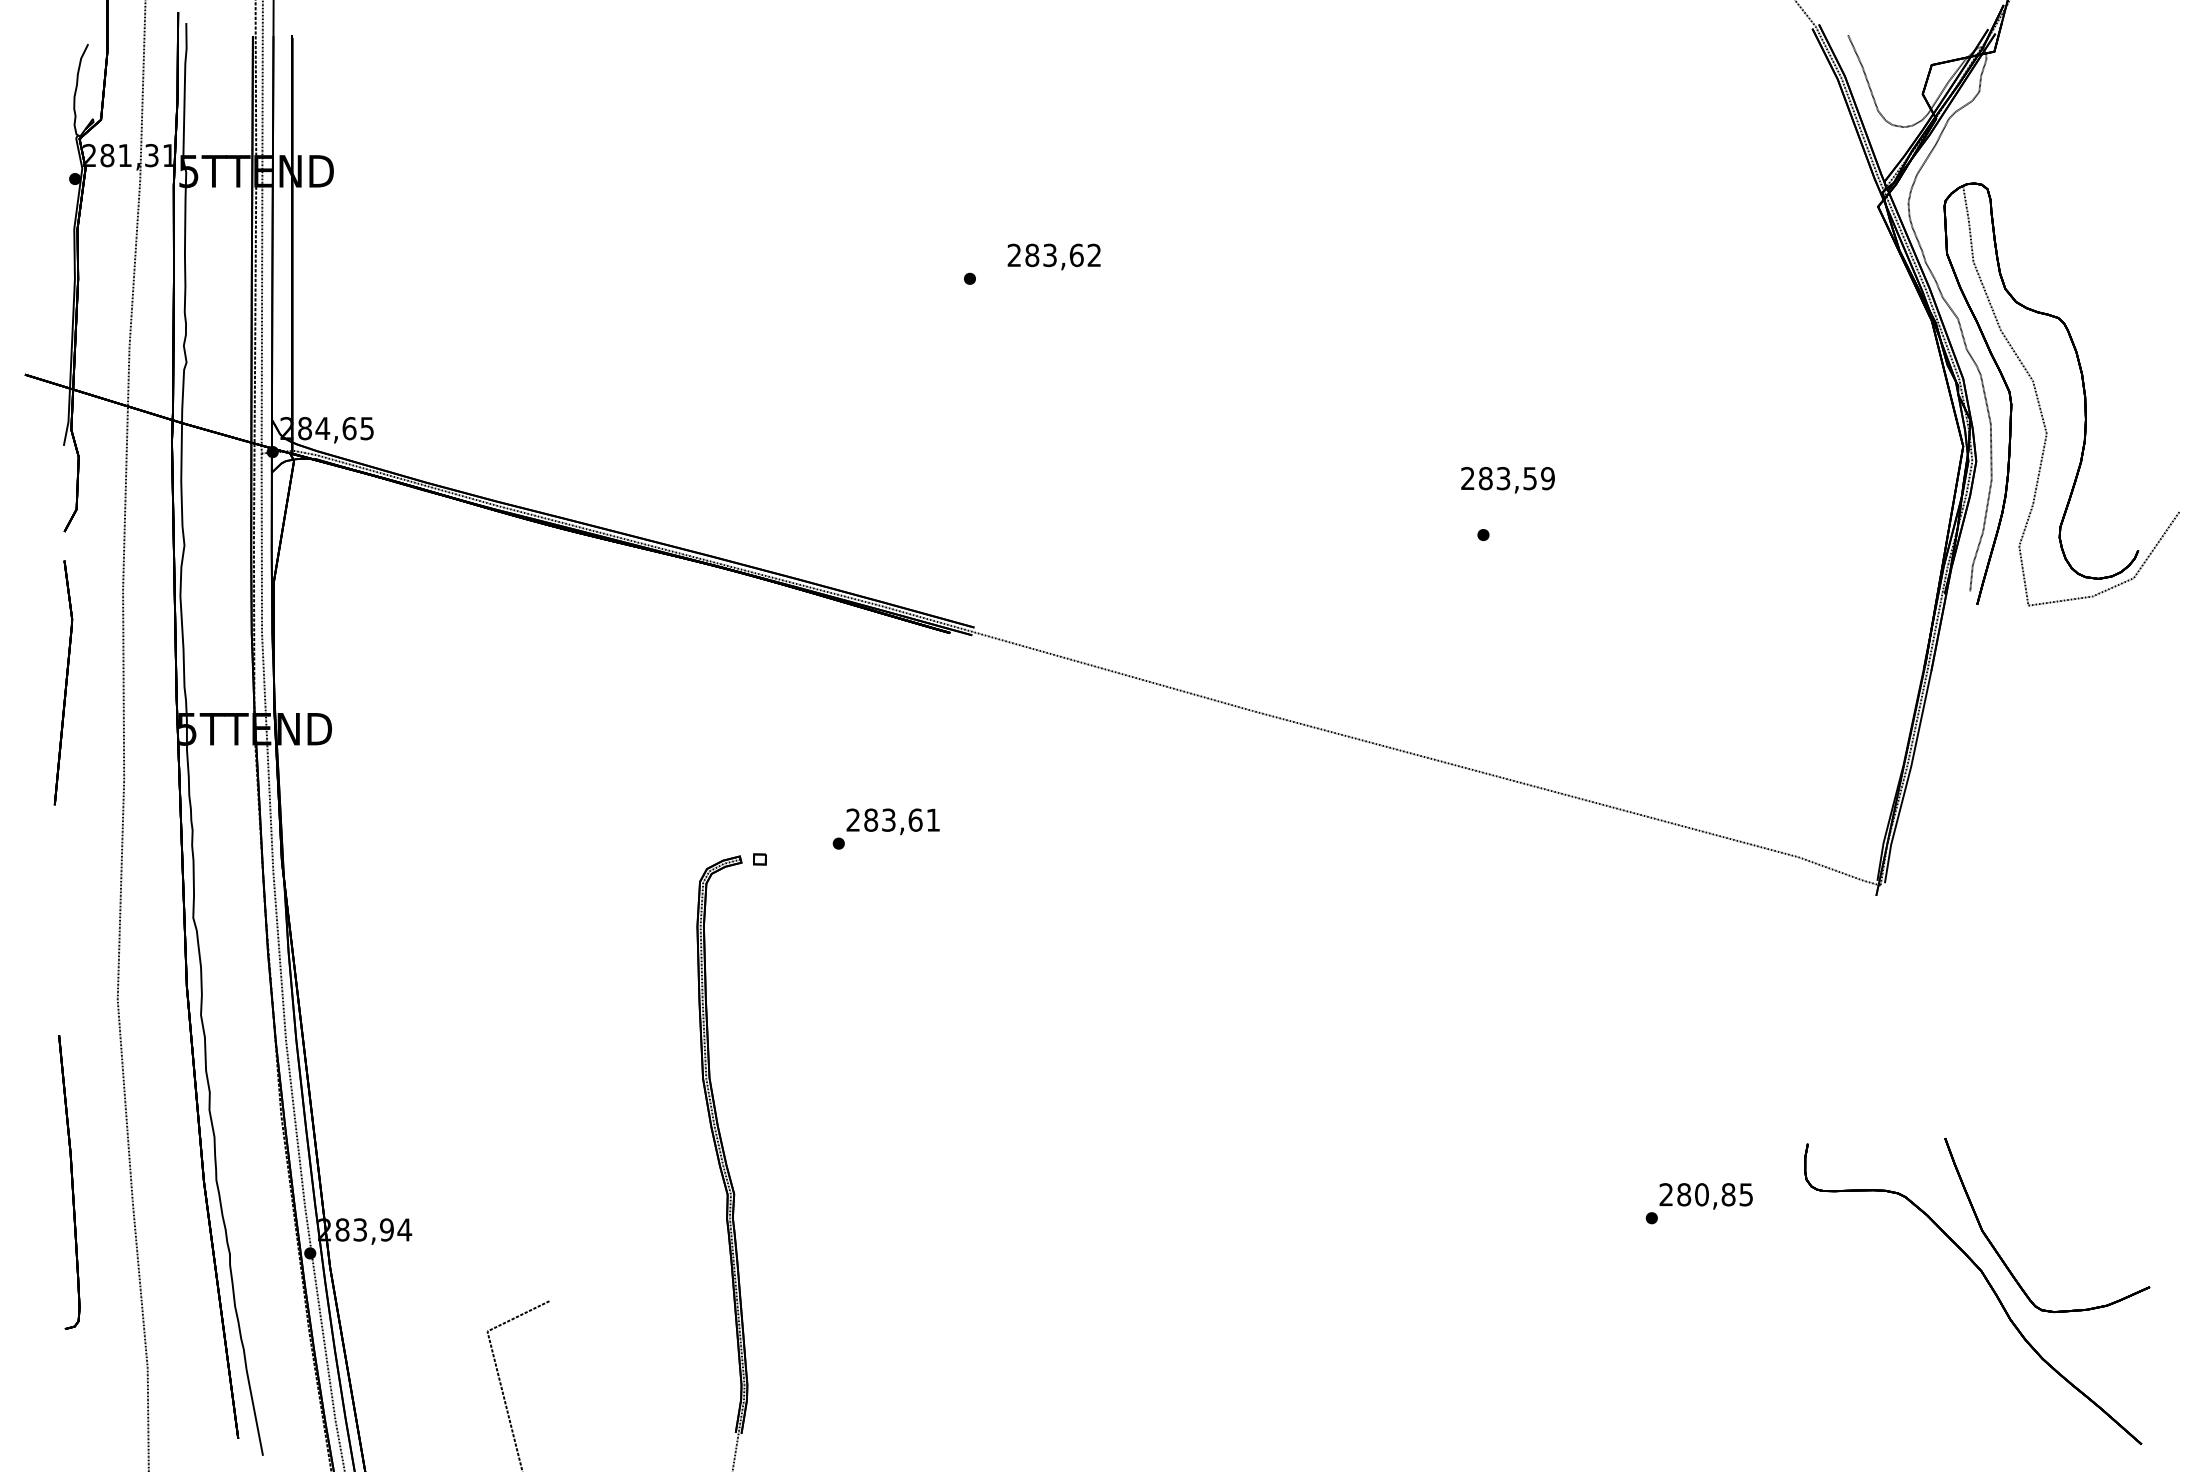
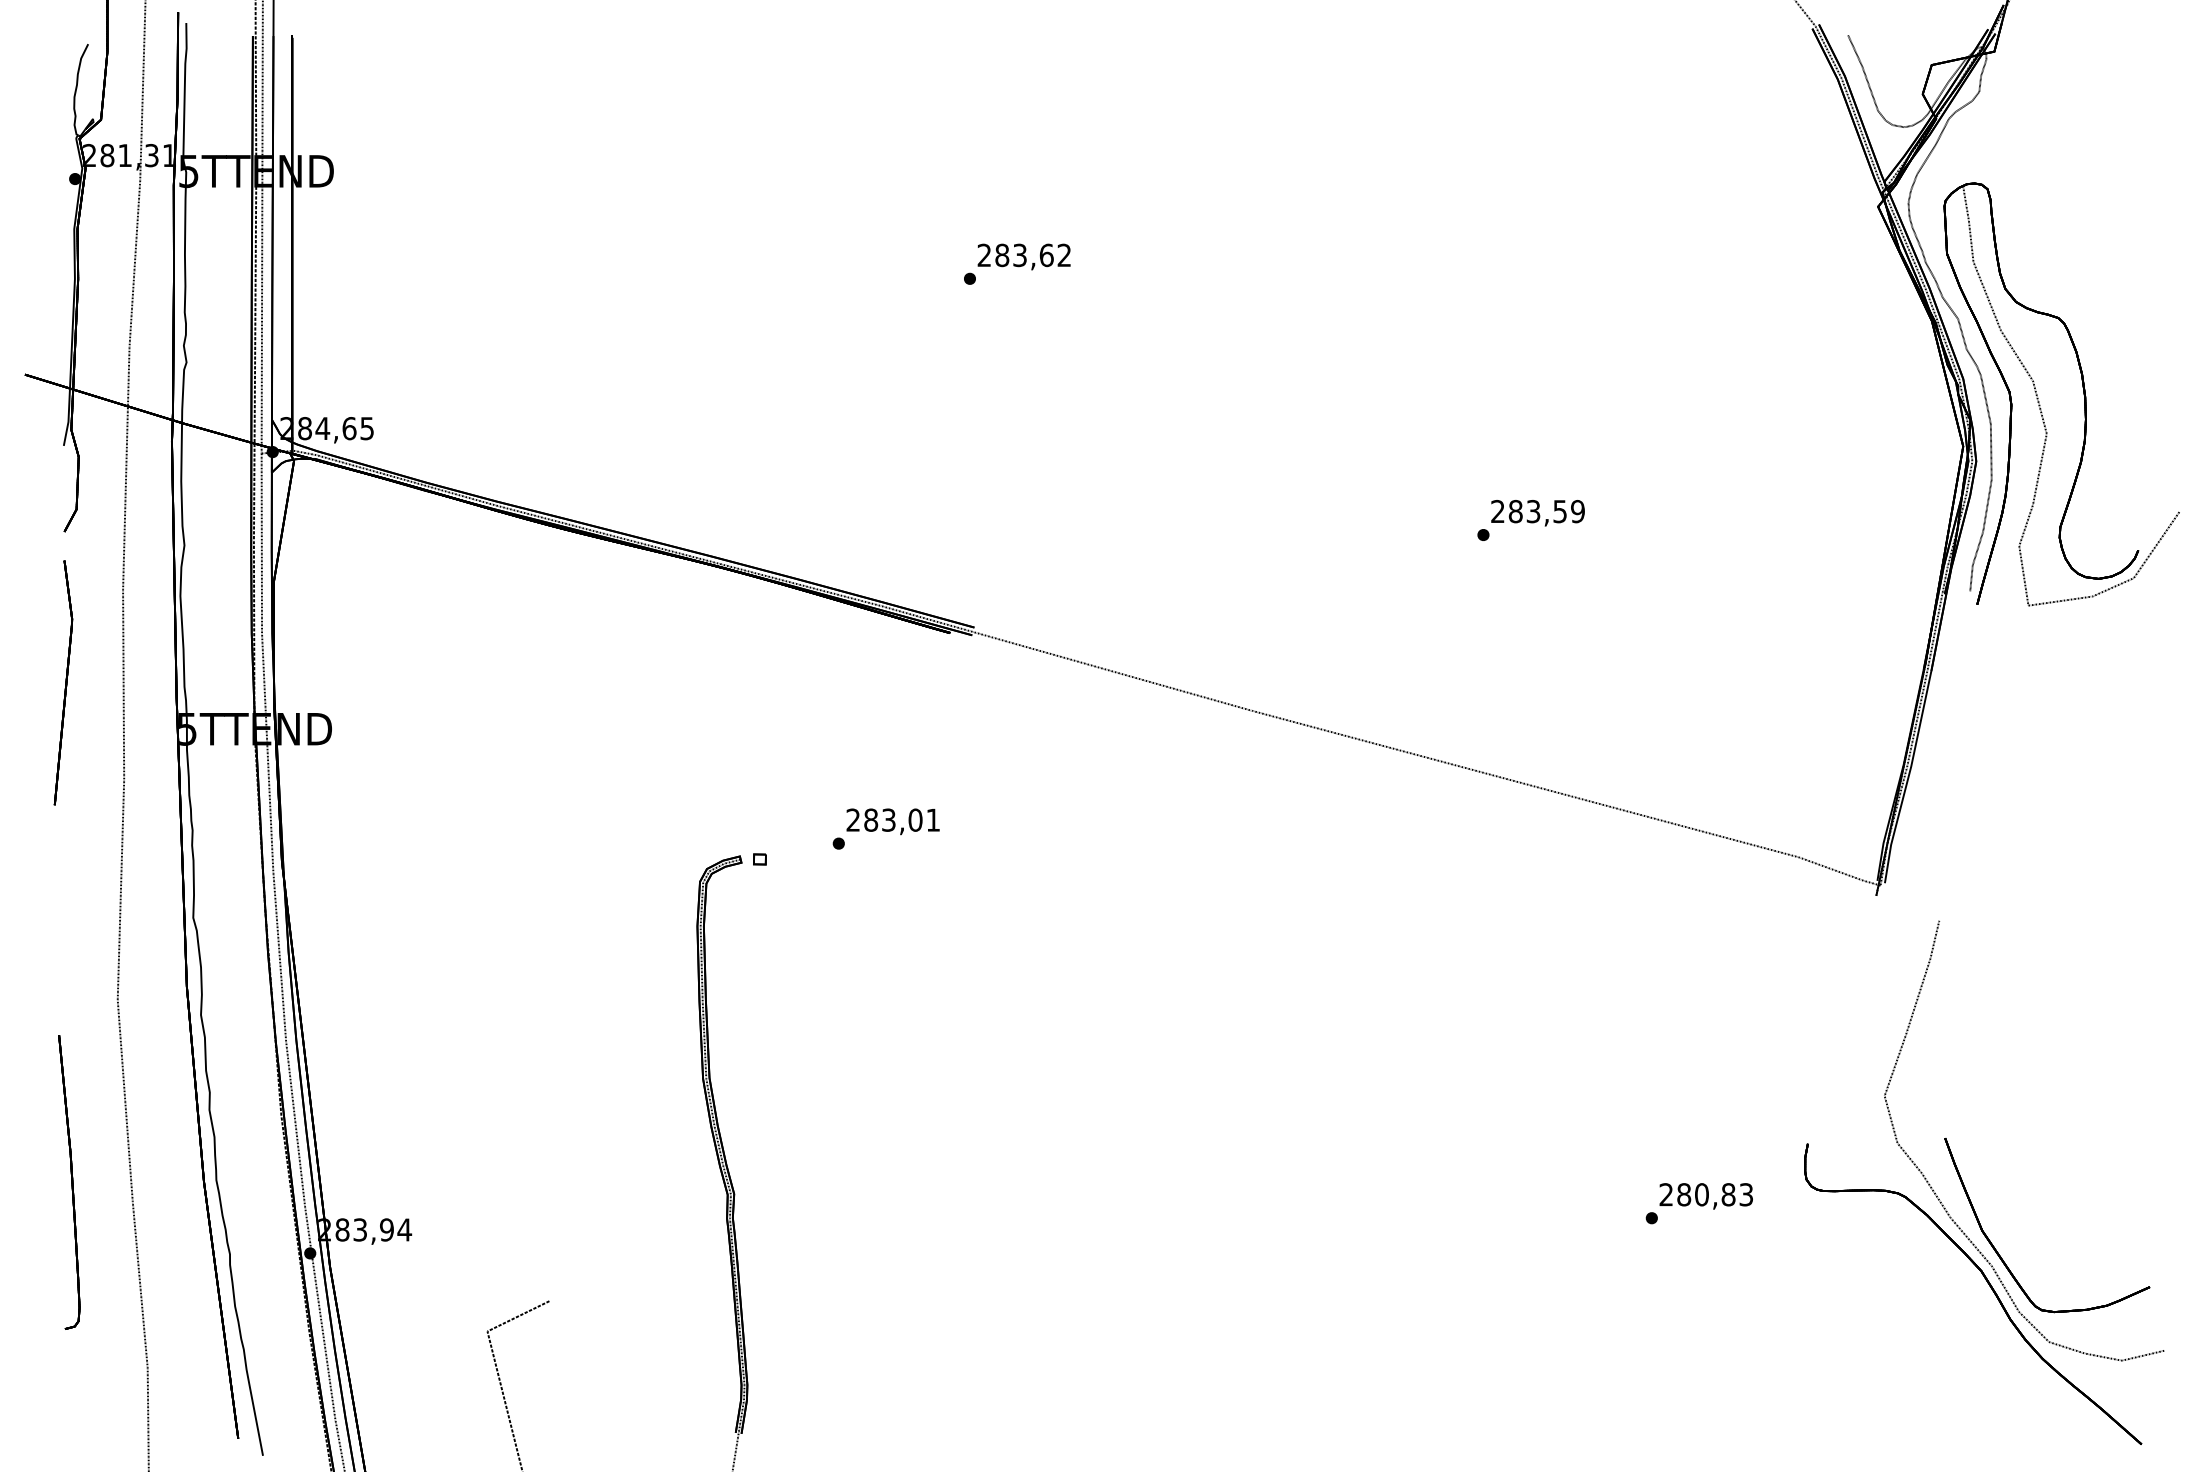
text at (1053, 256) position: (1053, 256) -> (1023, 256)
text at (1507, 480) position: (1507, 480) -> (1537, 513)
text at (915, 819): 283,61 -> 283,01
text at (1746, 1194): 280,85 -> 280,83
curve at (1939, 1198): none -> present
